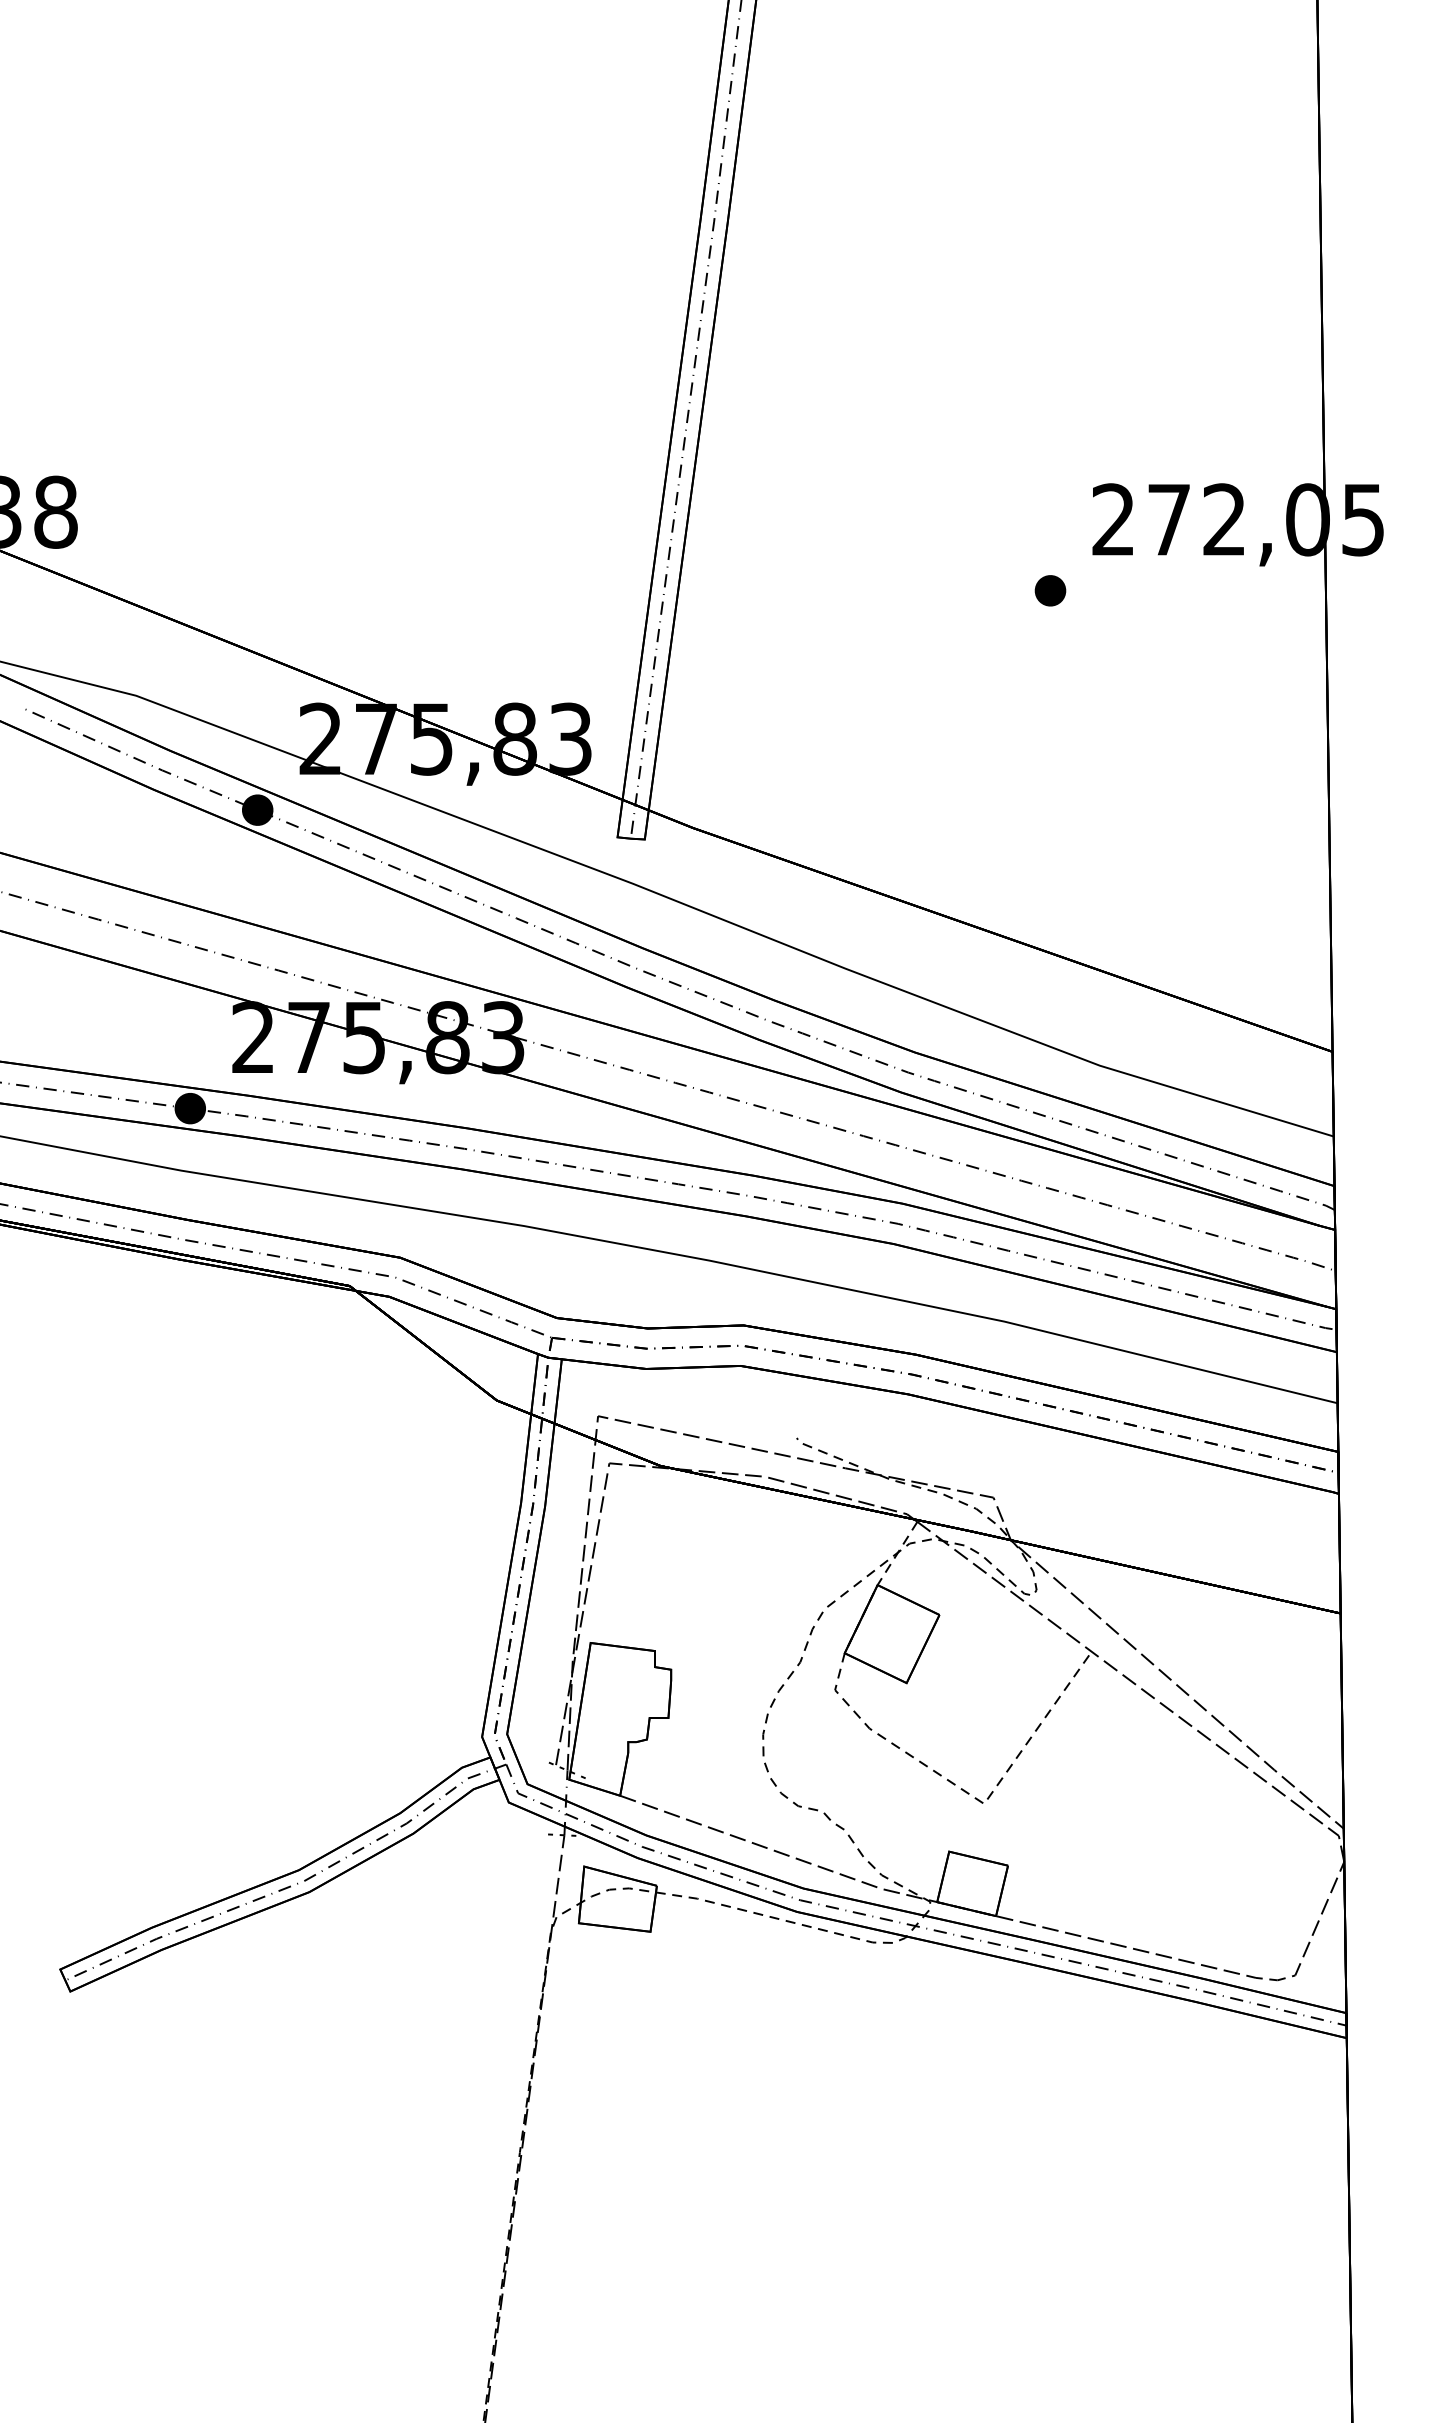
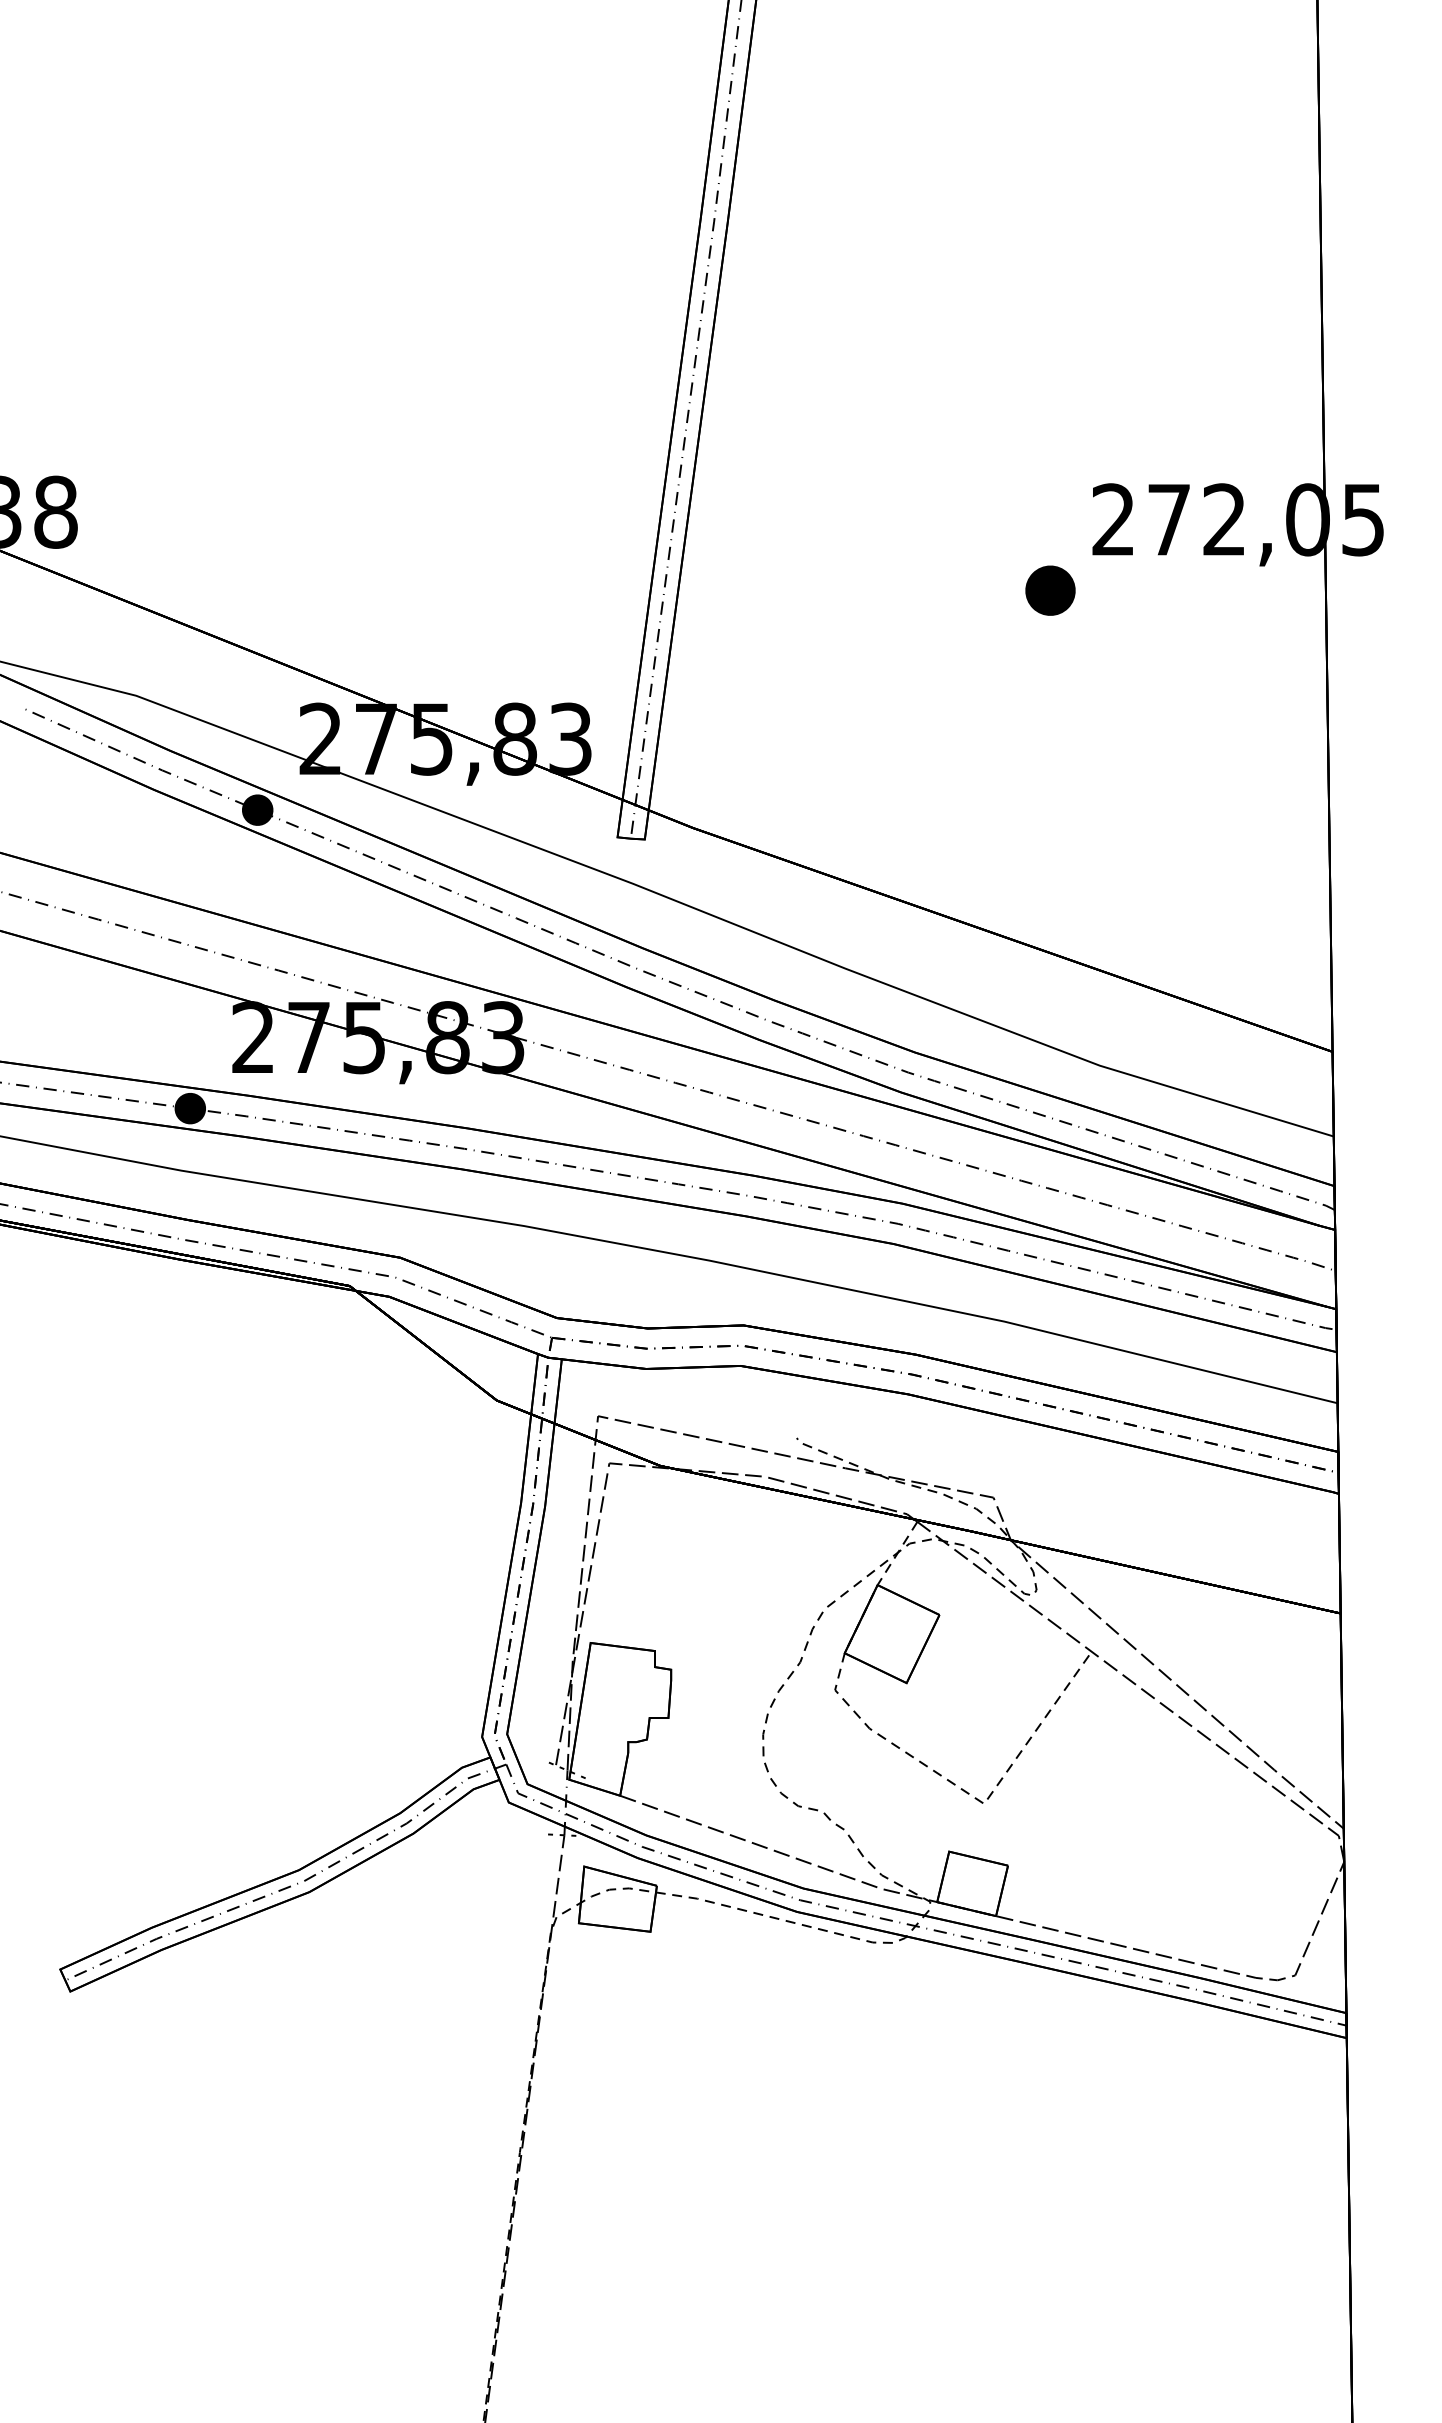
part at (1050, 590) size: 33x32 px -> 51x51 px
